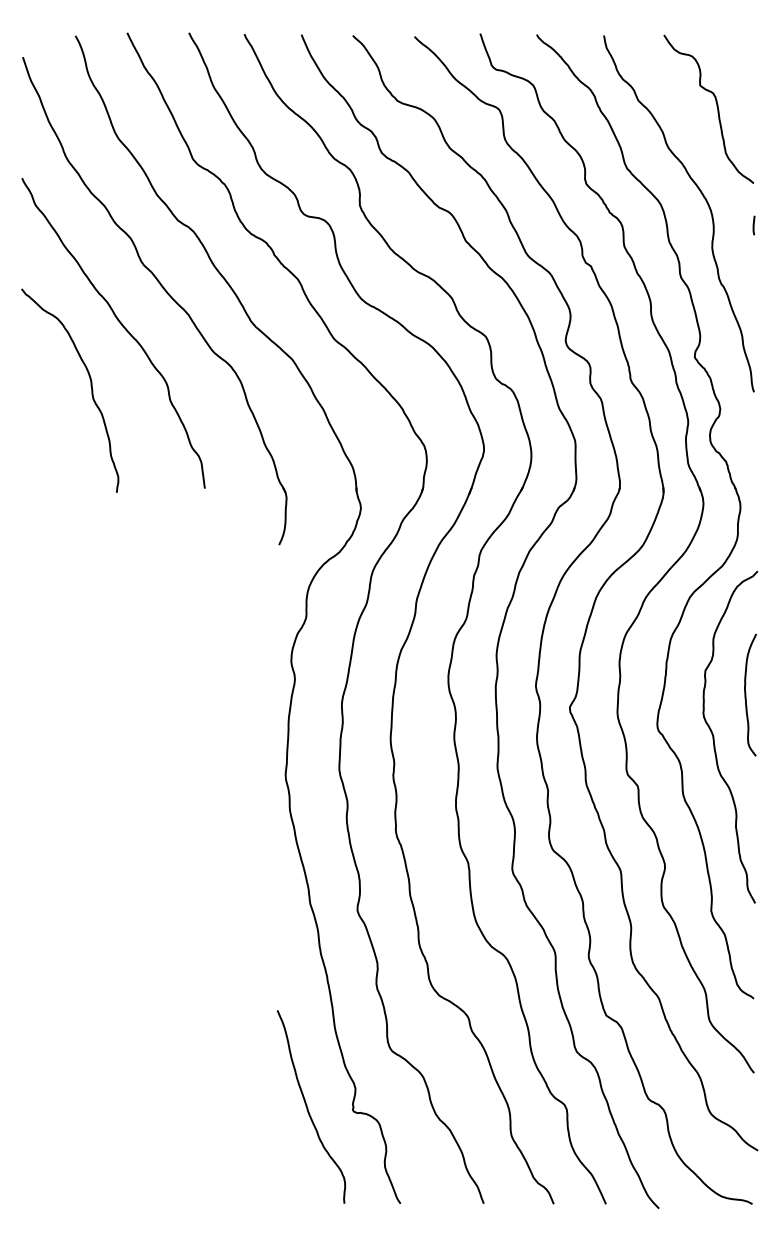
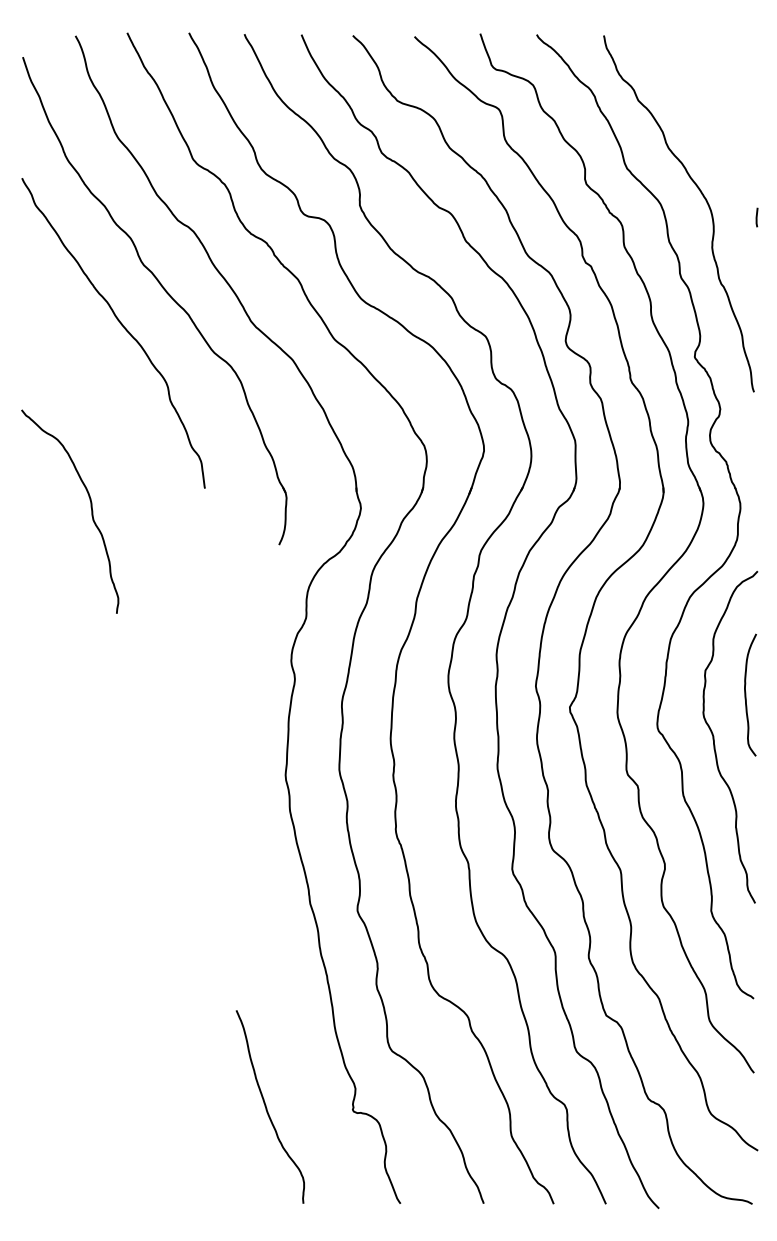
curve at (716, 106): present -> none
line at (753, 225) position: (753, 225) -> (756, 217)
curve at (90, 386) position: (90, 386) -> (90, 507)
curve at (308, 1108) position: (308, 1108) -> (267, 1108)
